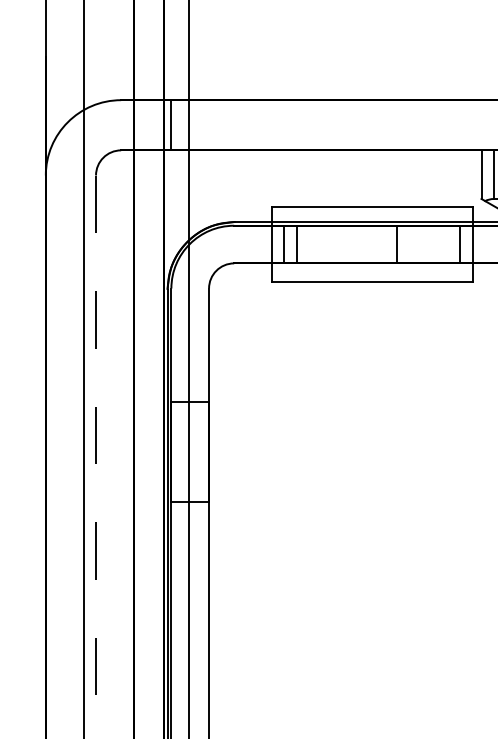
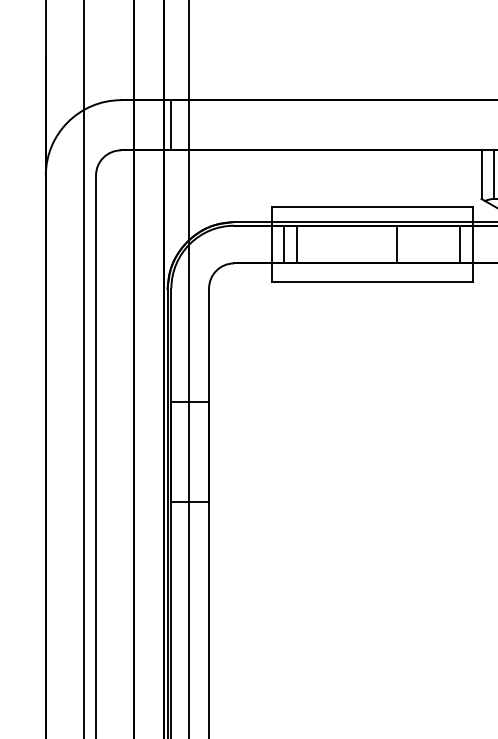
line at (96, 457): dashed -> solid
